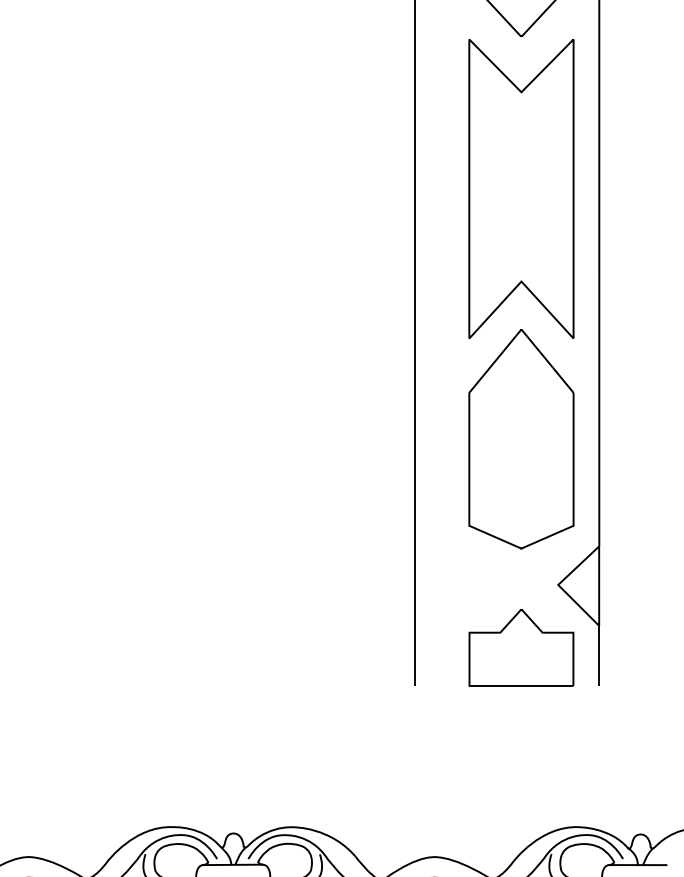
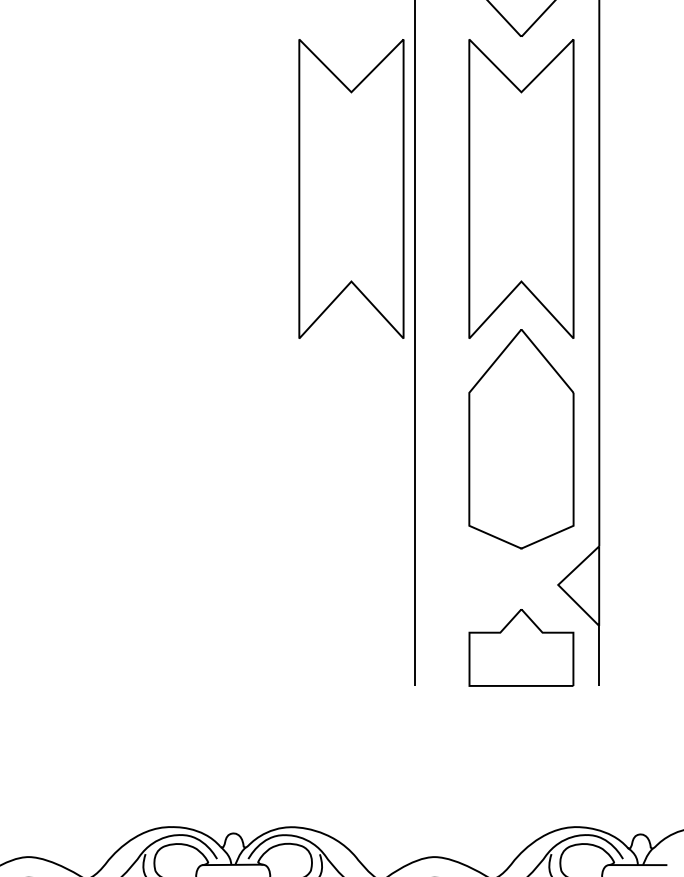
part at (351, 188): none -> present
